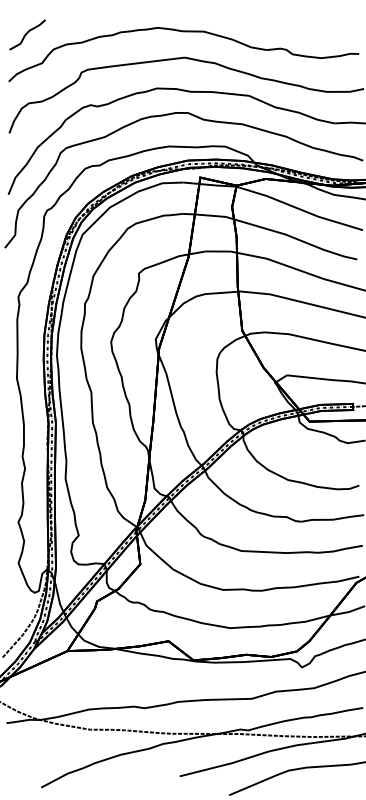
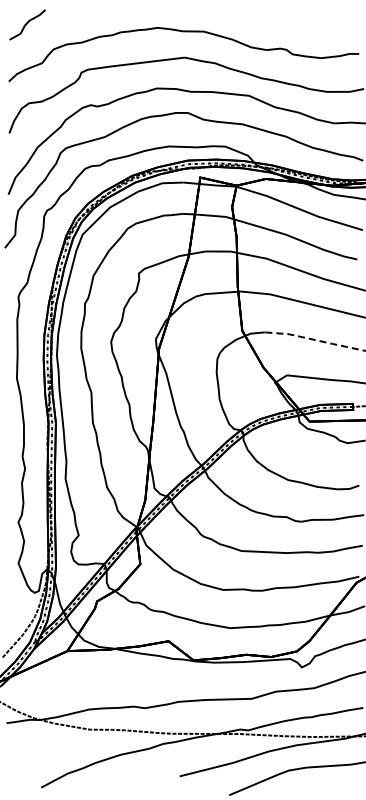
curve at (27, 34) position: (27, 34) -> (27, 24)
line at (315, 340): solid -> dashed
